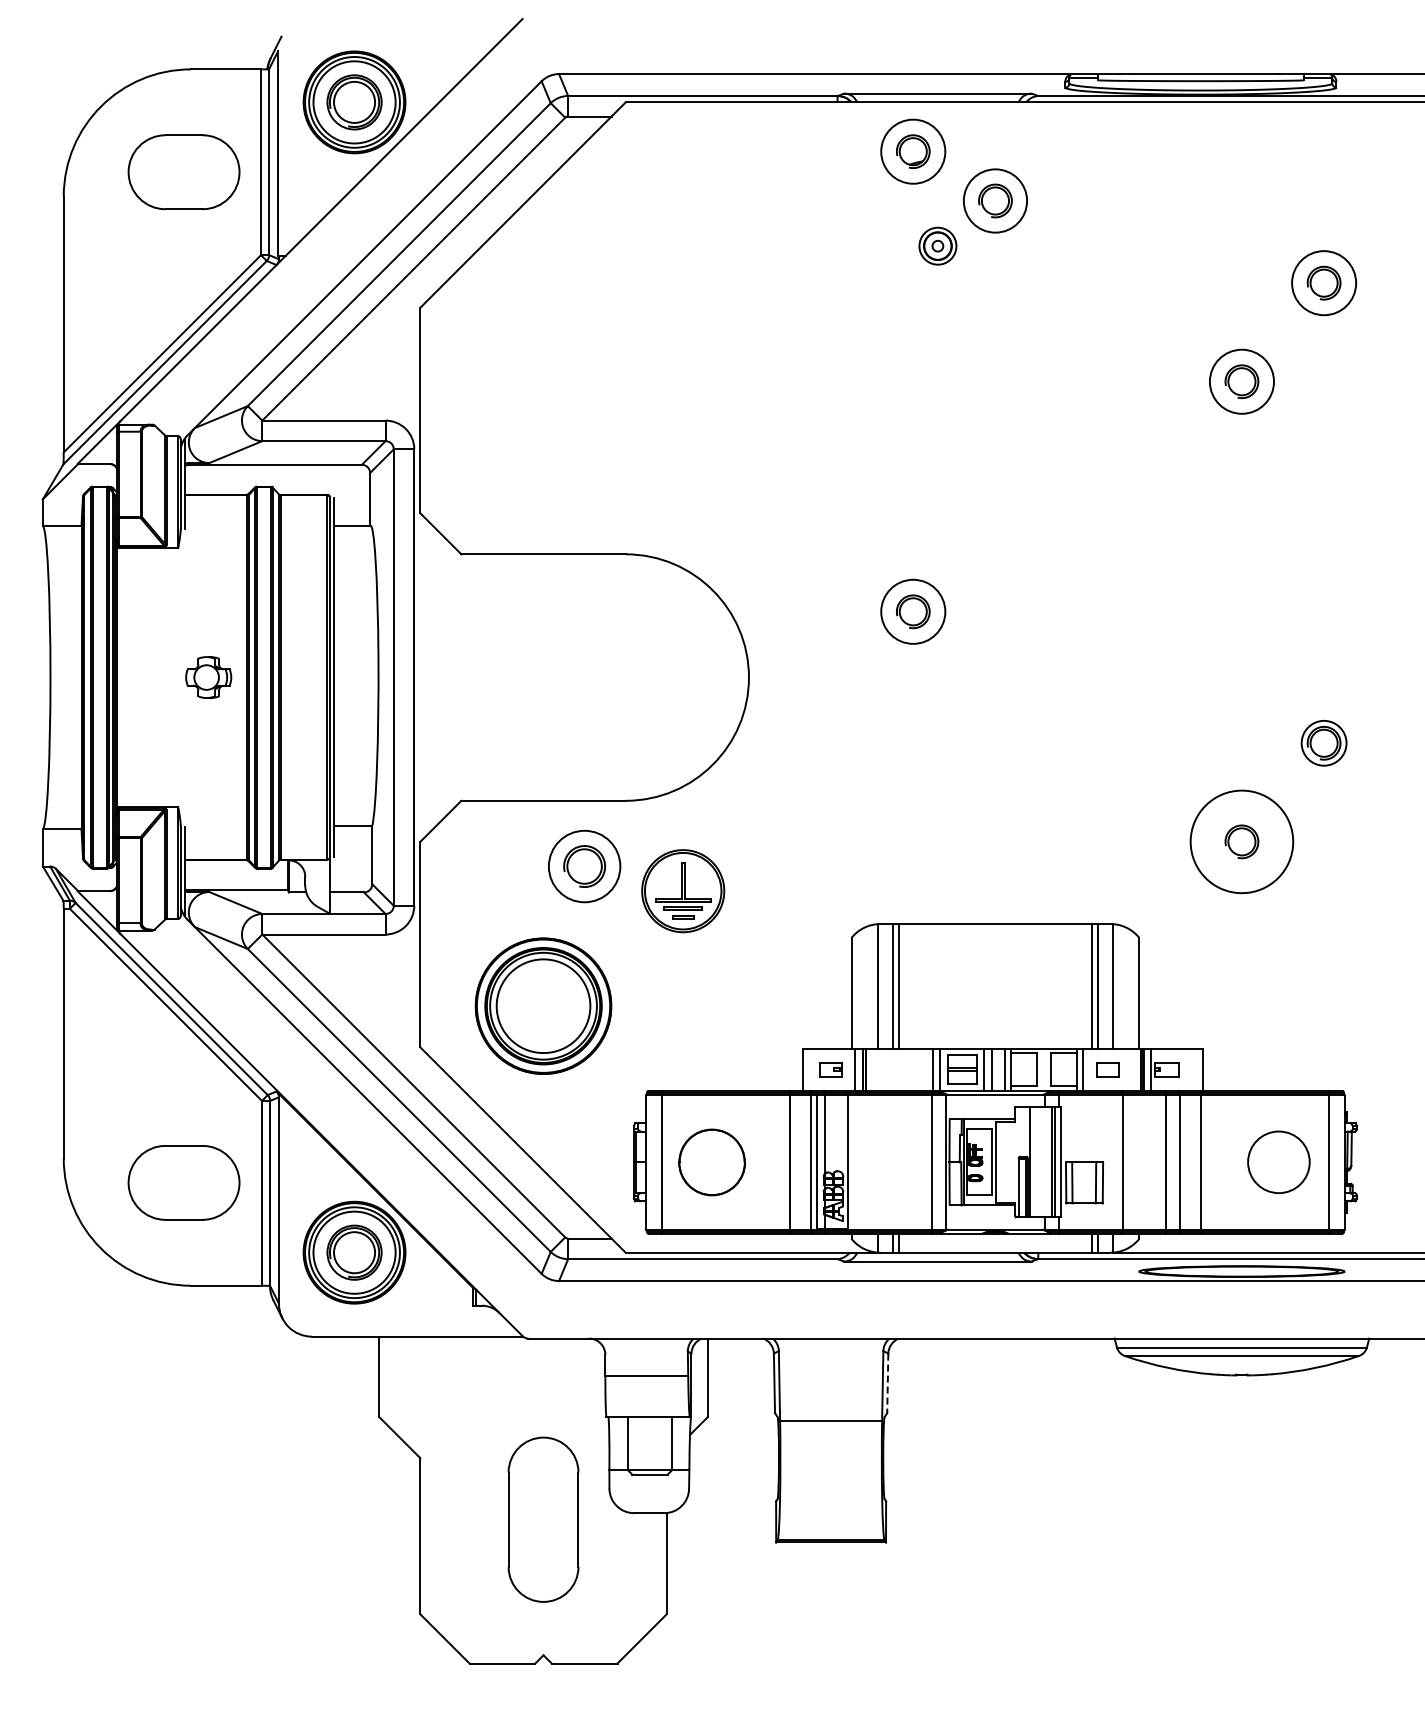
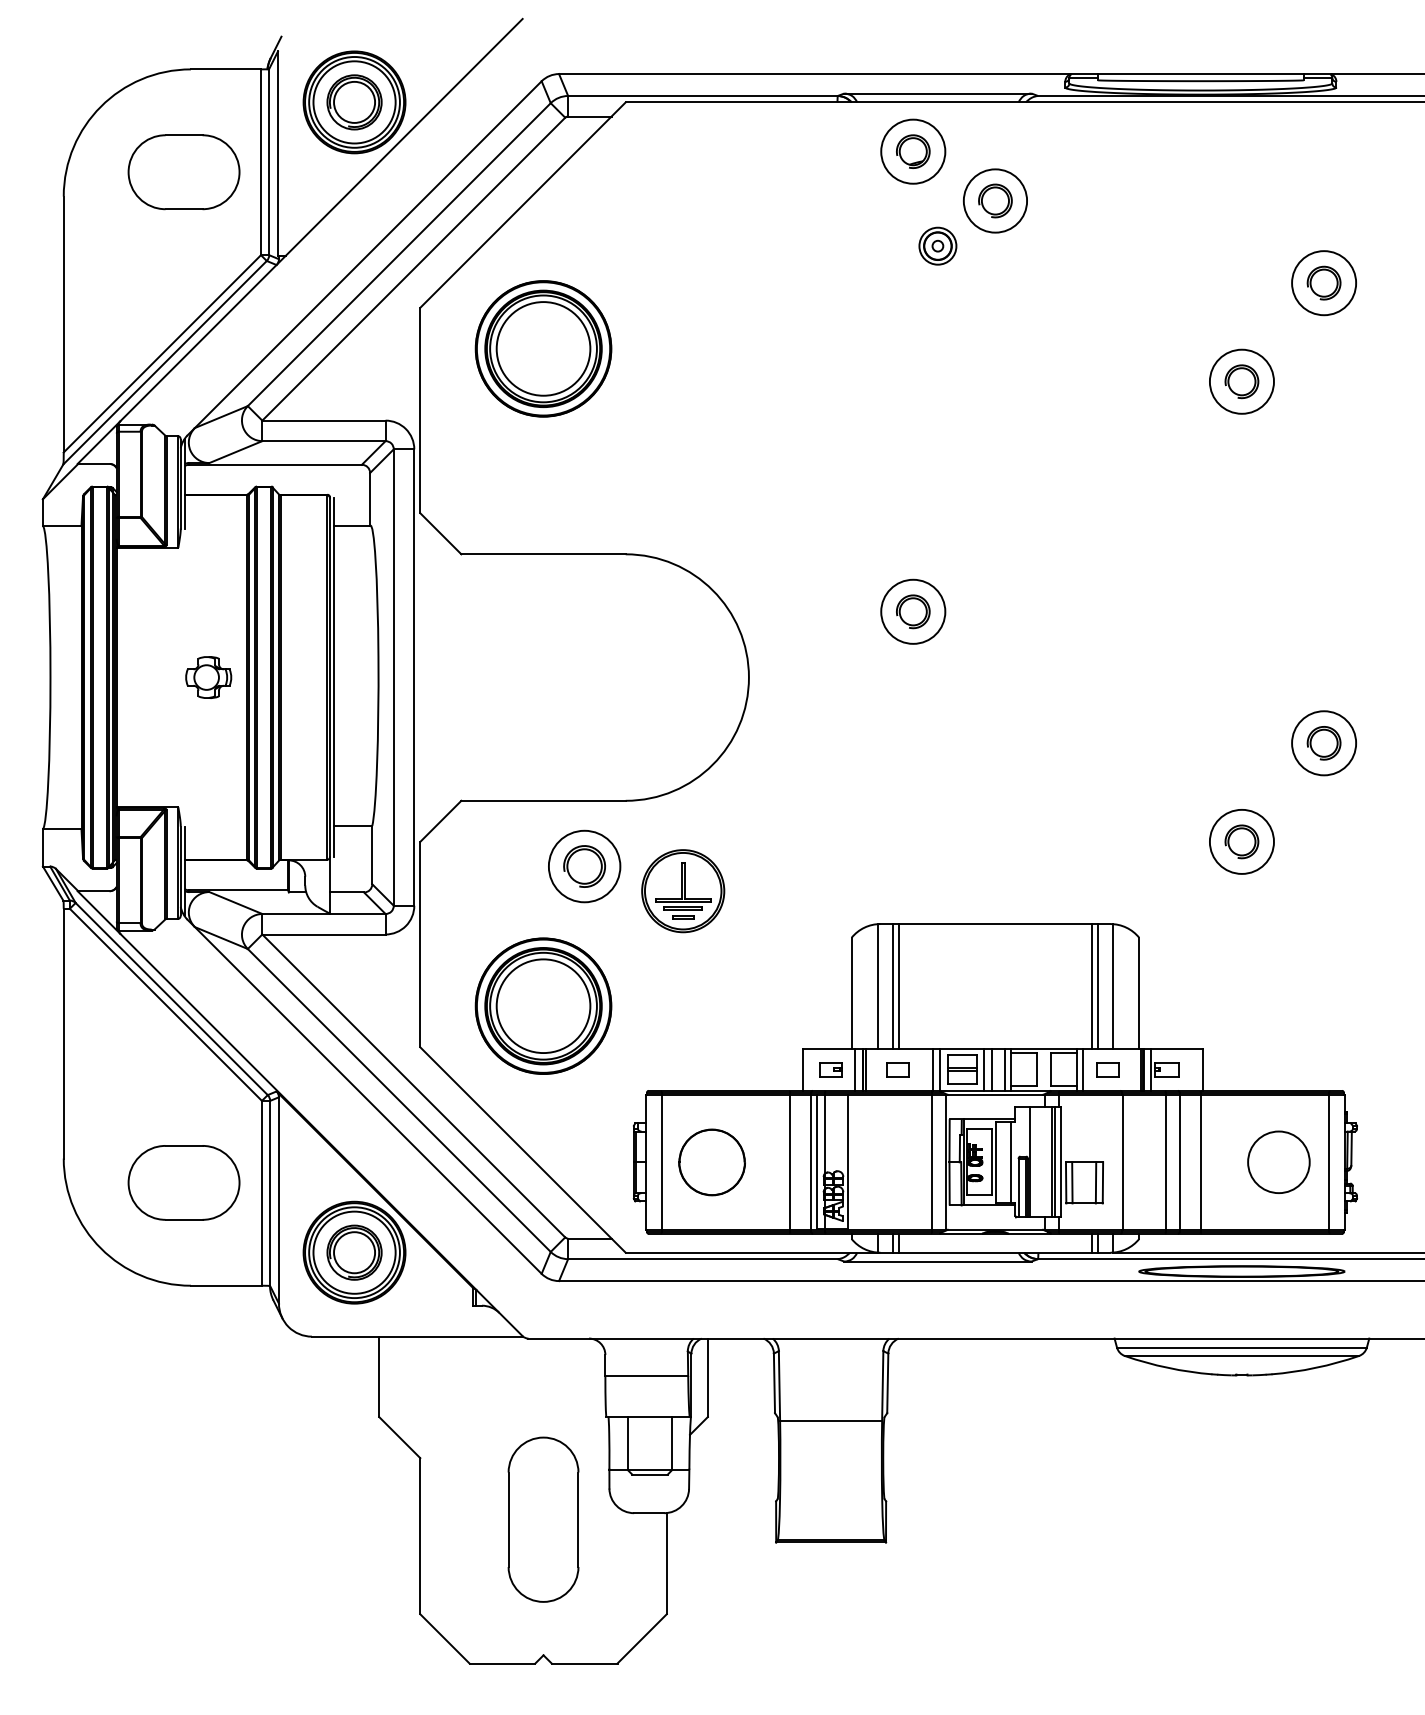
part at (543, 348): none -> present
circle at (1323, 742) diameter: 45 px -> 64 px
circle at (1241, 841) diameter: 103 px -> 64 px
part at (897, 1069): none -> present
line at (1010, 1162): none -> present
line at (887, 1383): dashed -> solid
